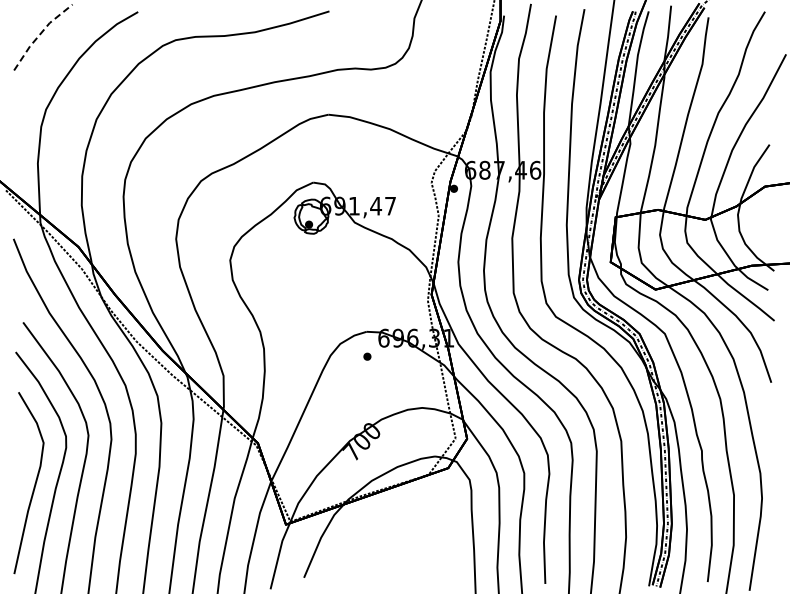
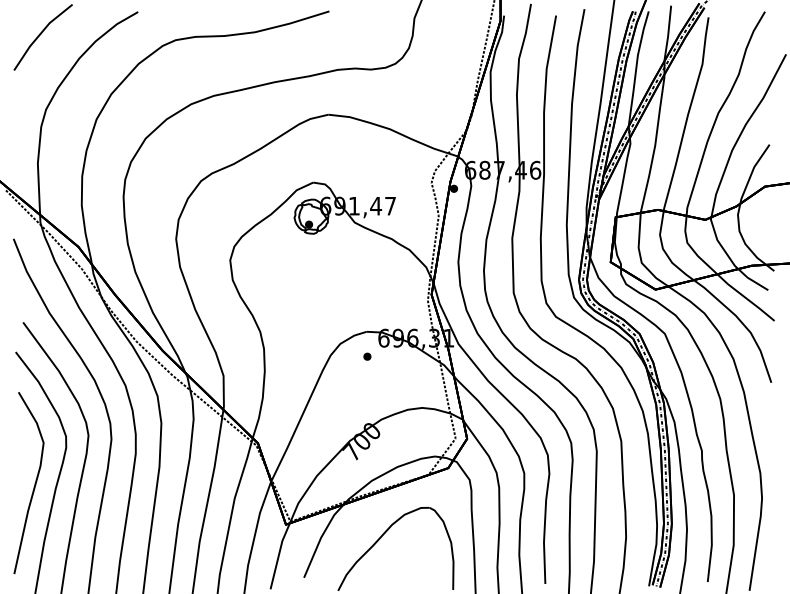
line at (40, 34): dashed -> solid
part at (380, 539): none -> present
